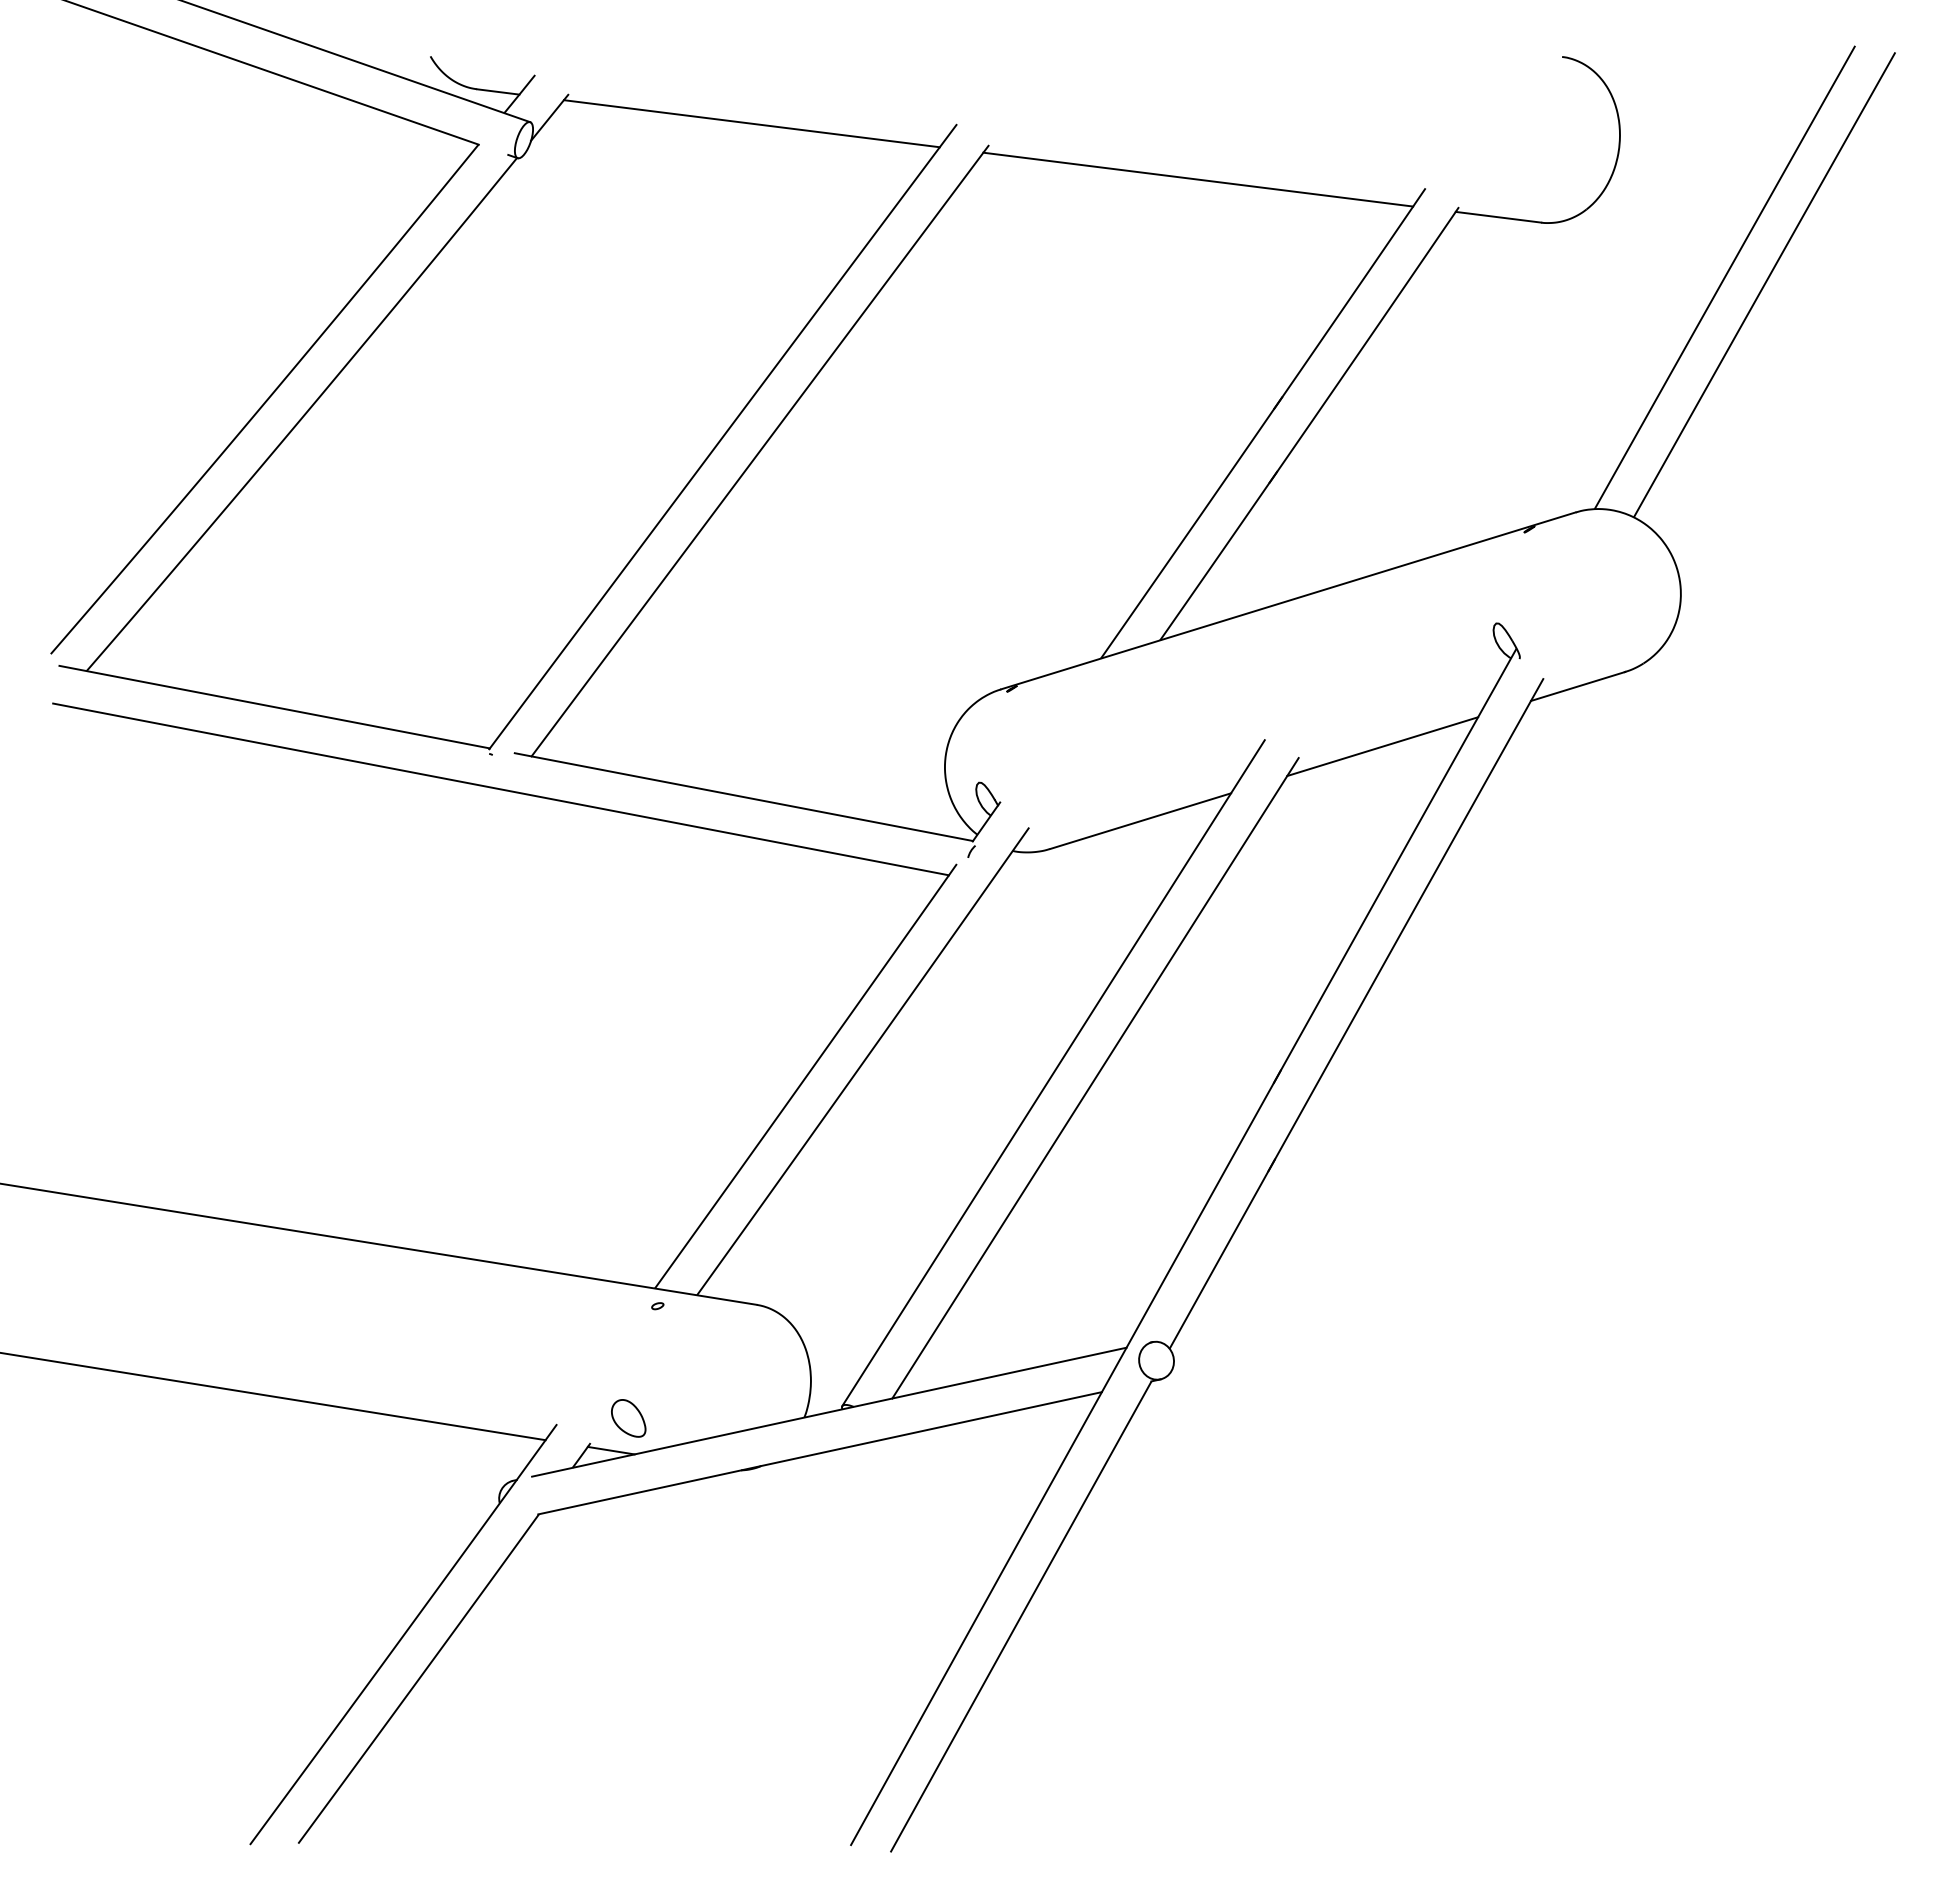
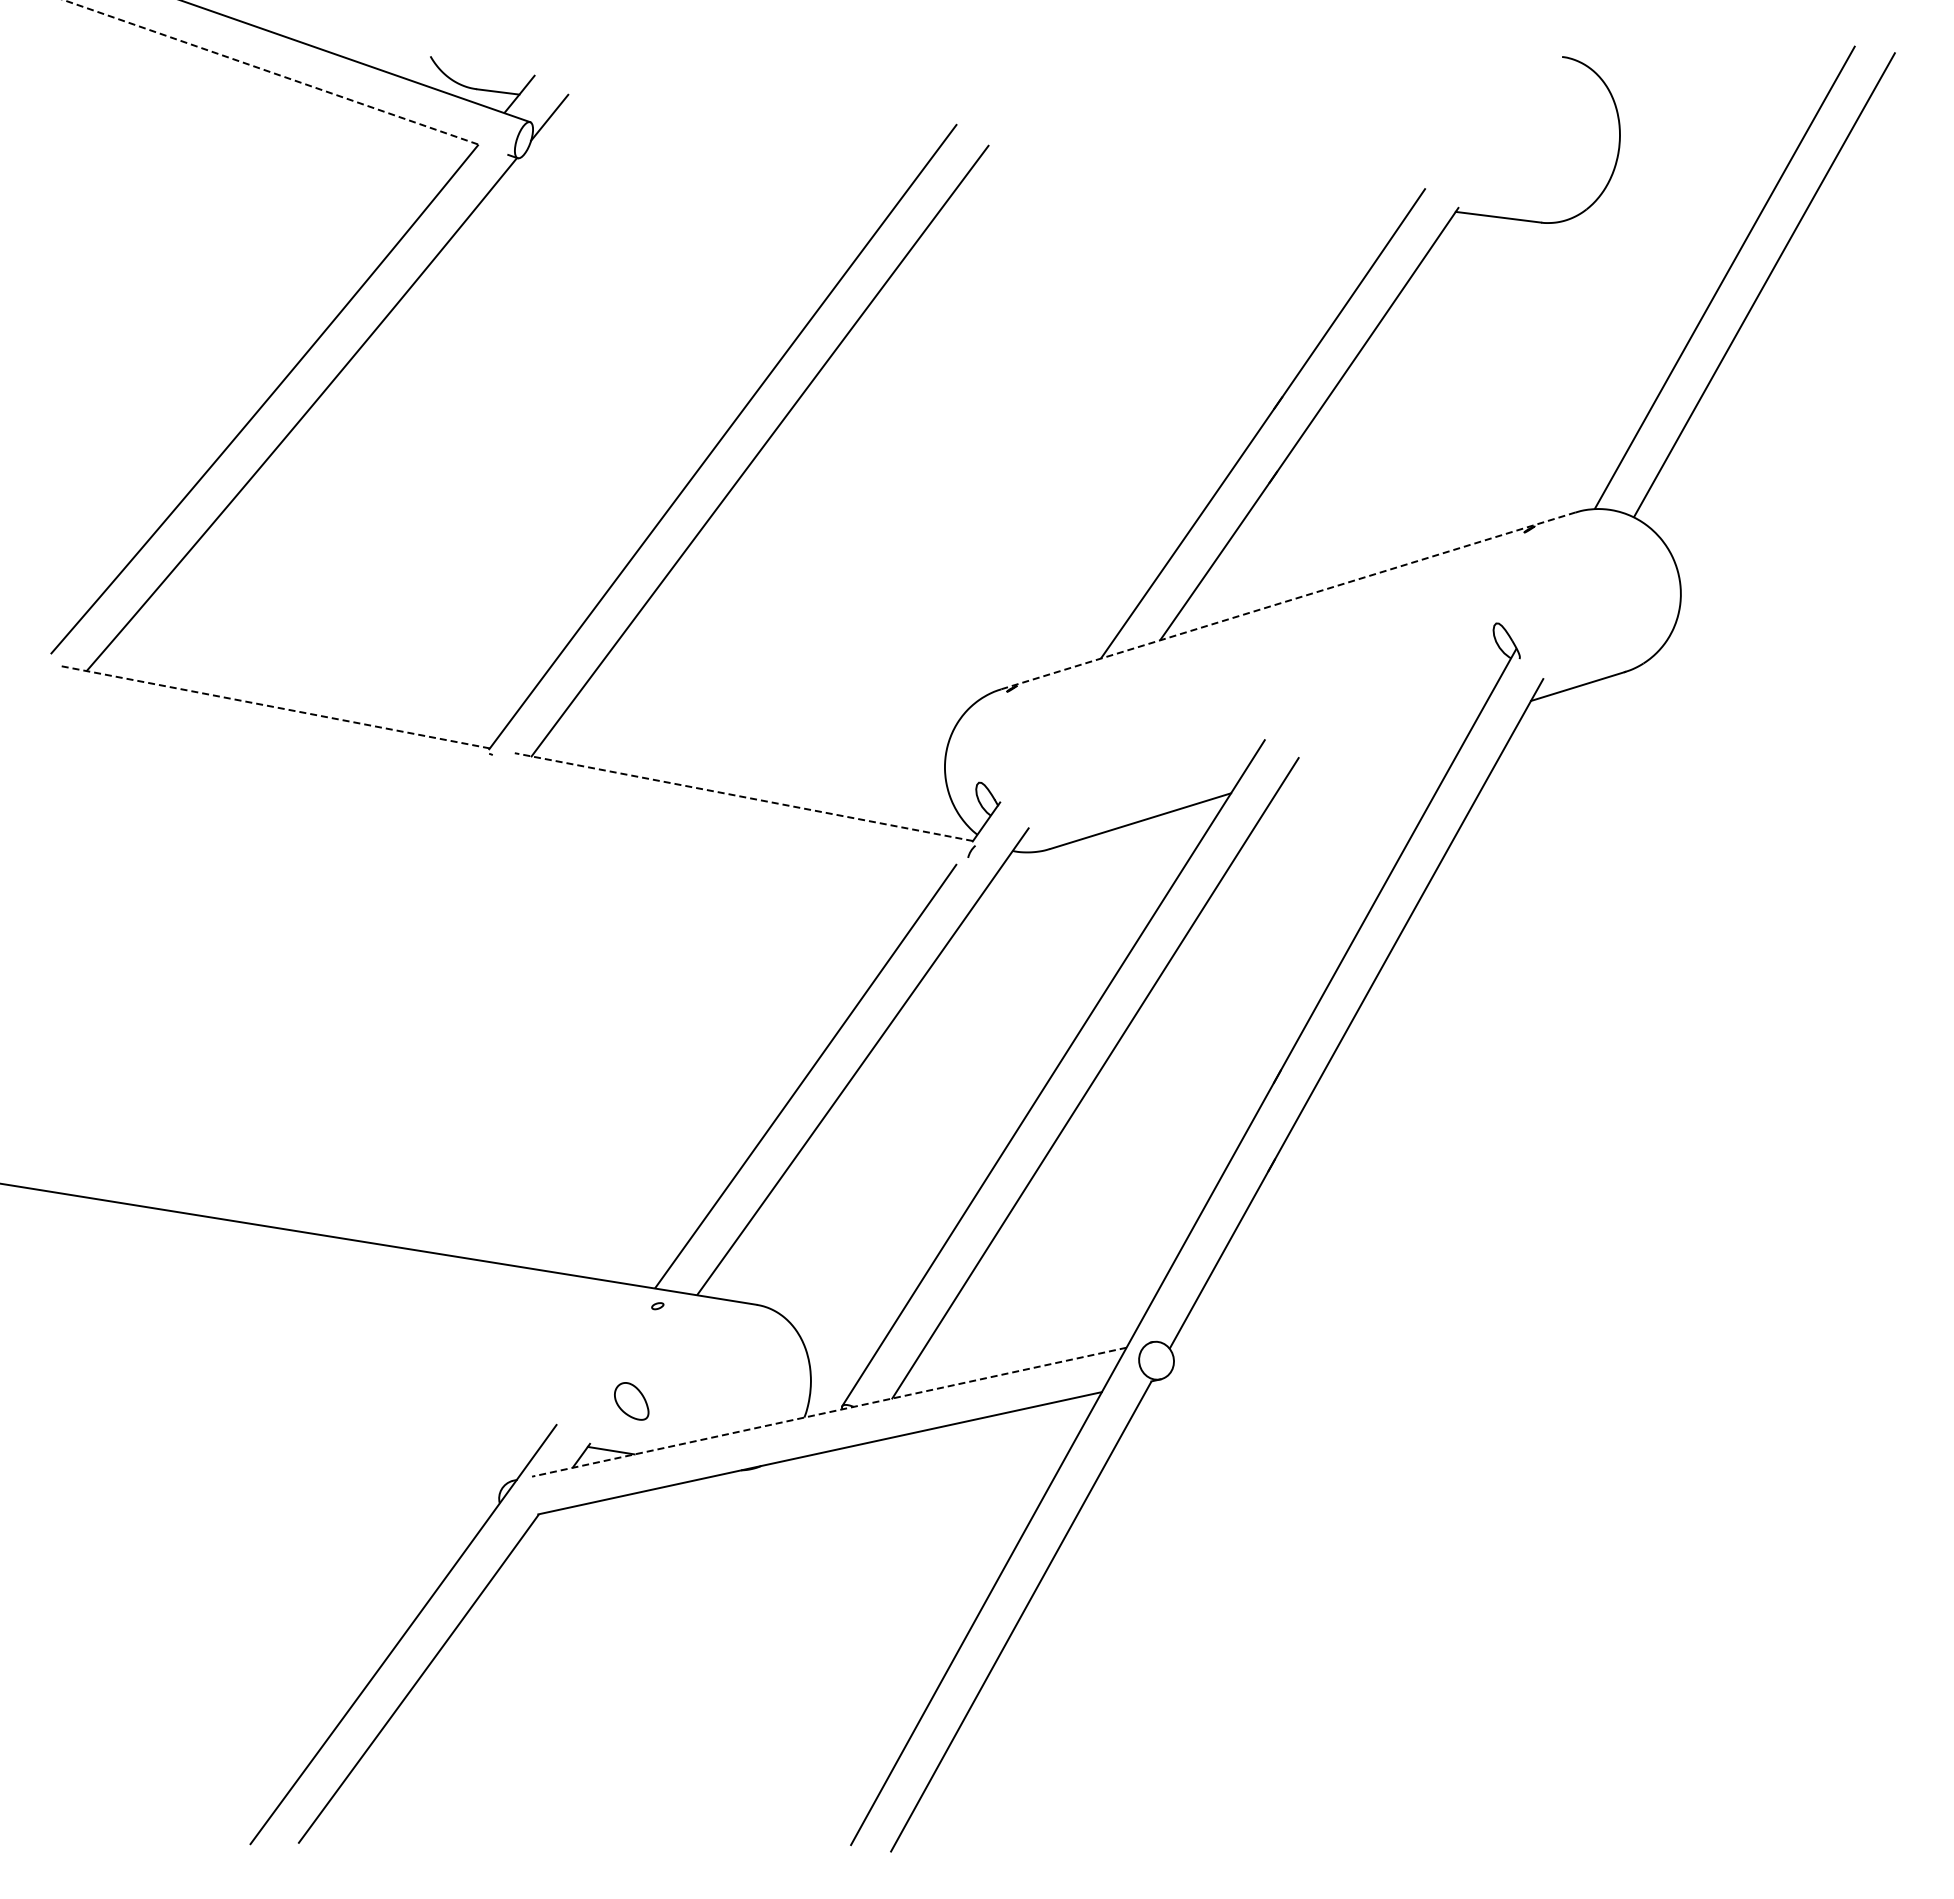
line at (272, 72): solid -> dashed
line at (751, 123): present -> none
line at (1198, 179): present -> none
line at (1288, 600): solid -> dashed
line at (274, 707): solid -> dashed
line at (1382, 746): present -> none
line at (500, 789): present -> none
line at (743, 797): solid -> dashed
line at (273, 1396): present -> none
line at (828, 1412): solid -> dashed
part at (628, 1418) position: (628, 1418) -> (631, 1401)
